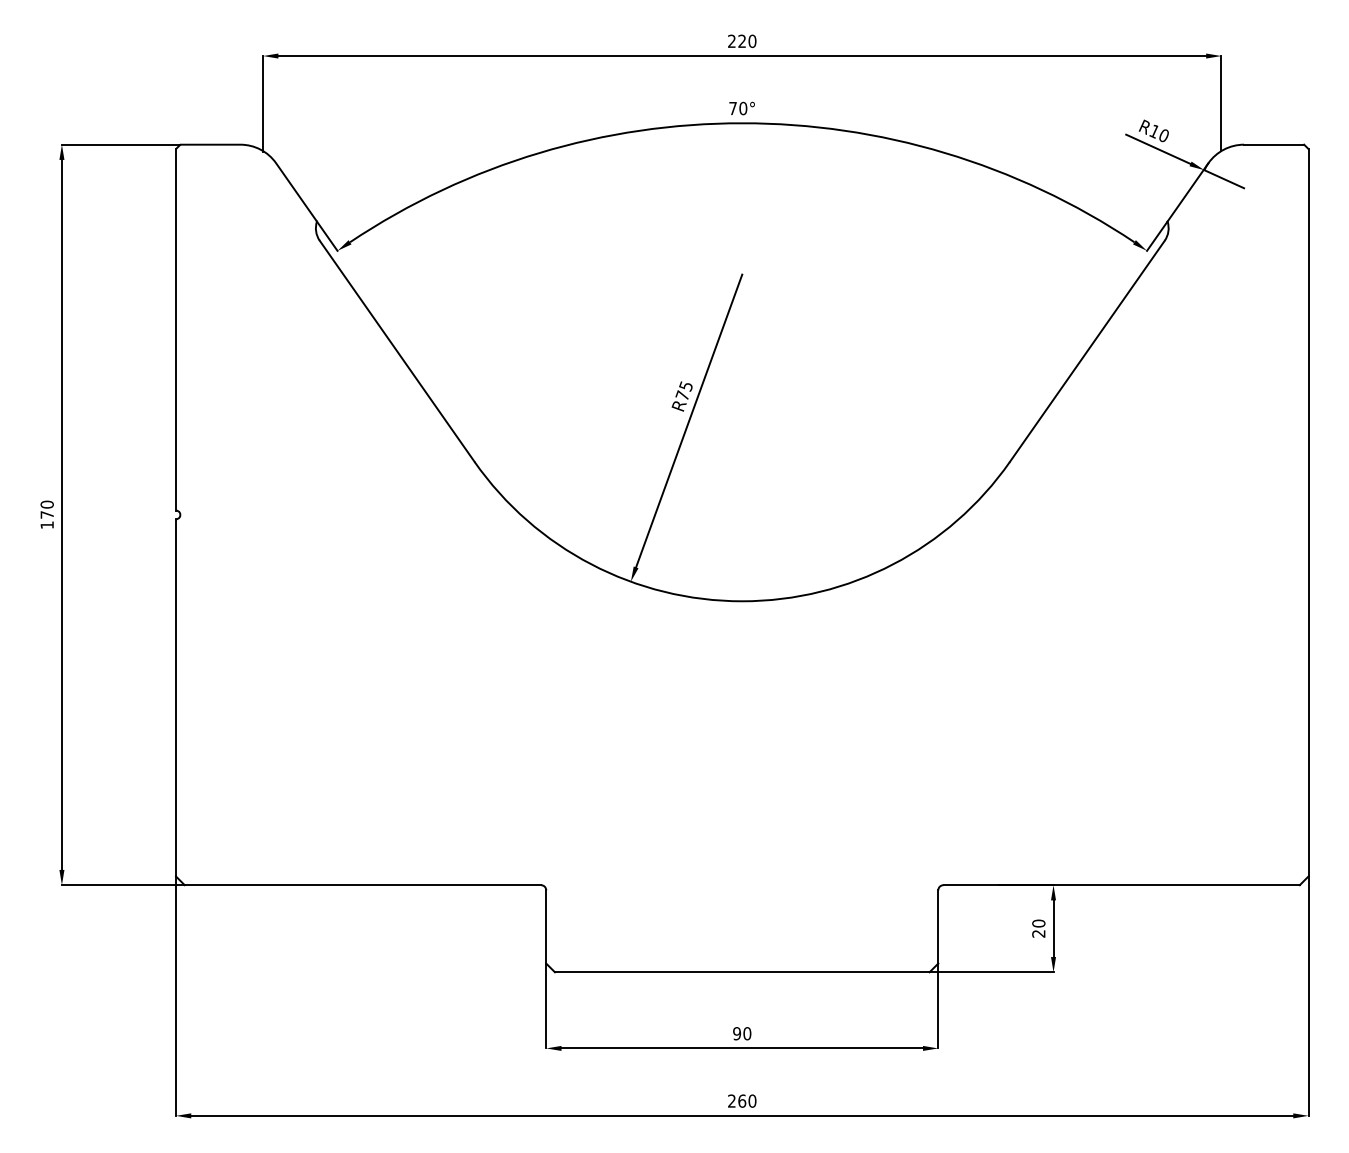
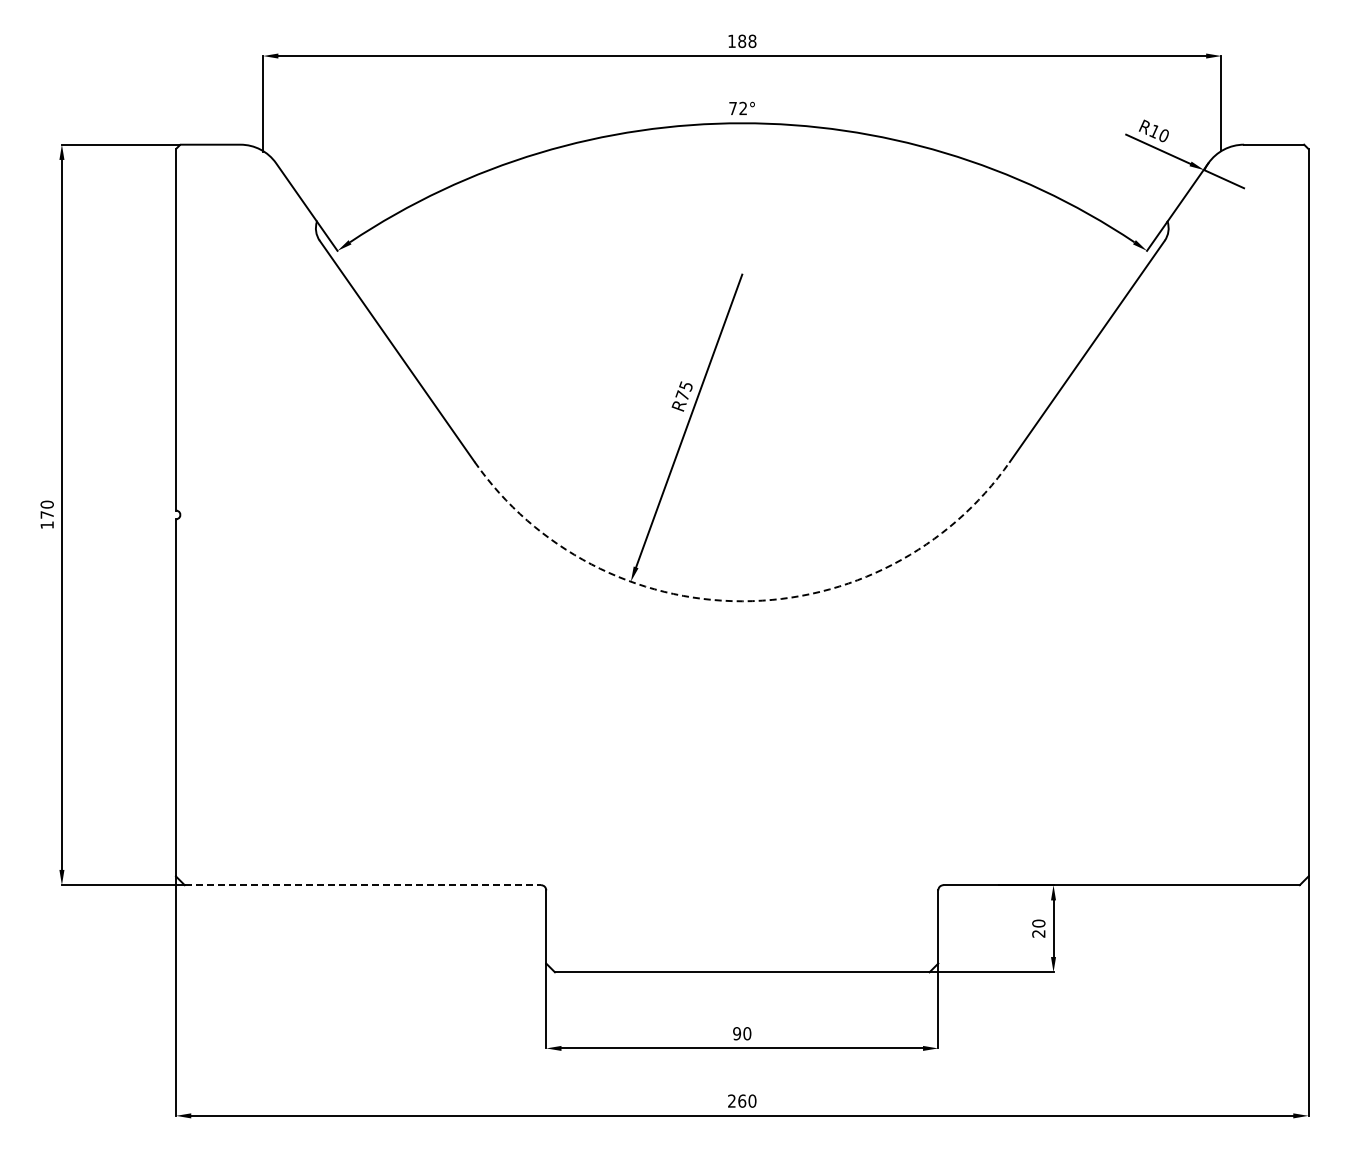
text at (742, 41): 220 -> 188
text at (743, 108): 70° -> 72°
arc at (742, 601): solid -> dashed
line at (363, 885): solid -> dashed
